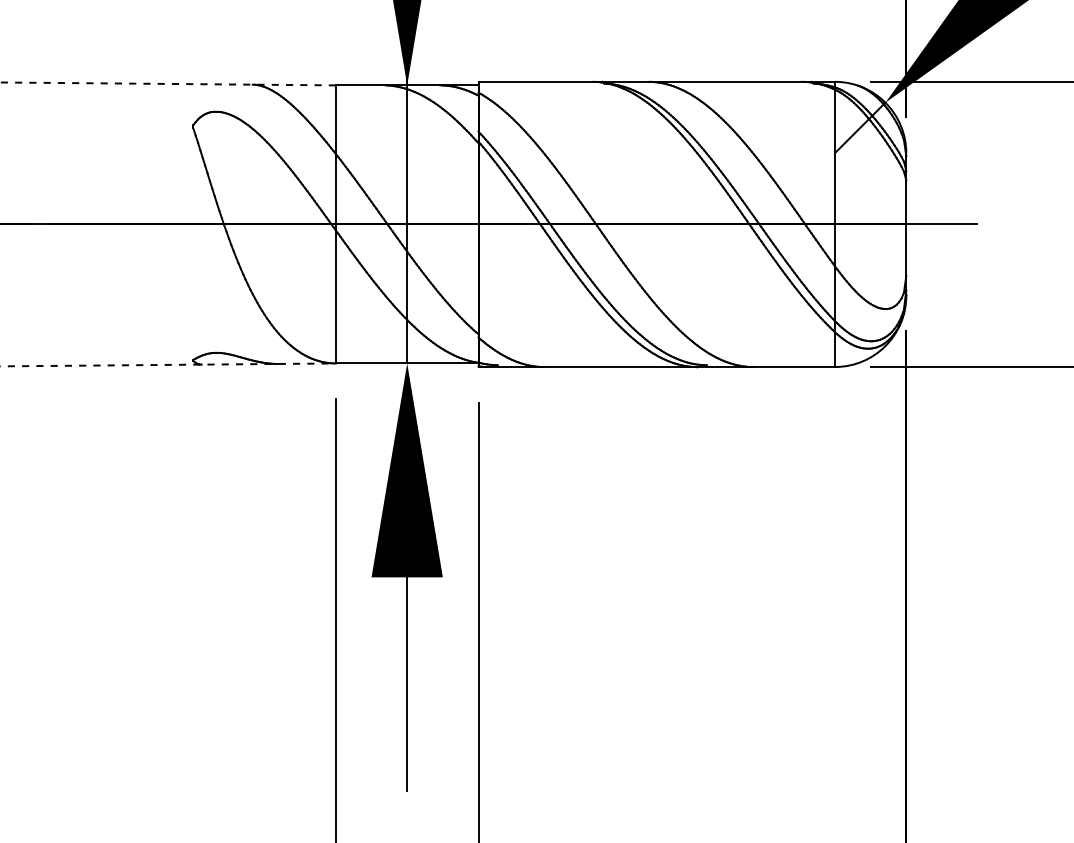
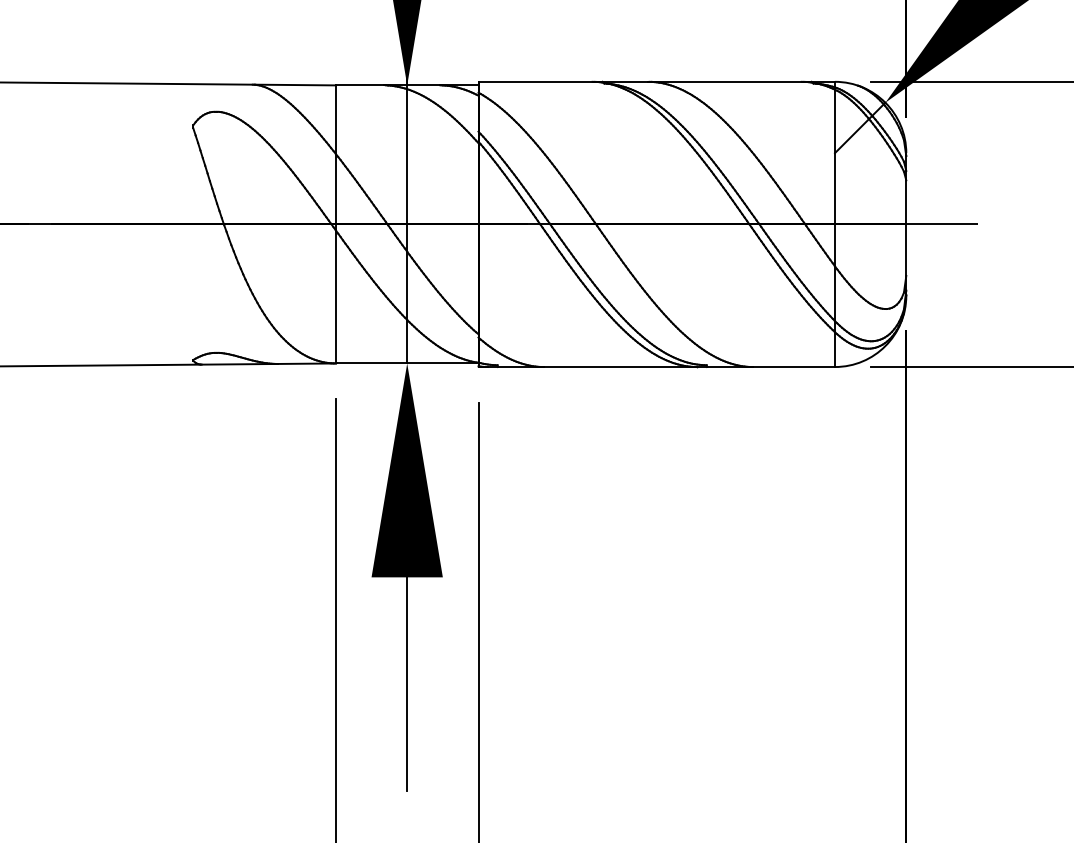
line at (167, 83): dashed -> solid
line at (168, 364): dashed -> solid
